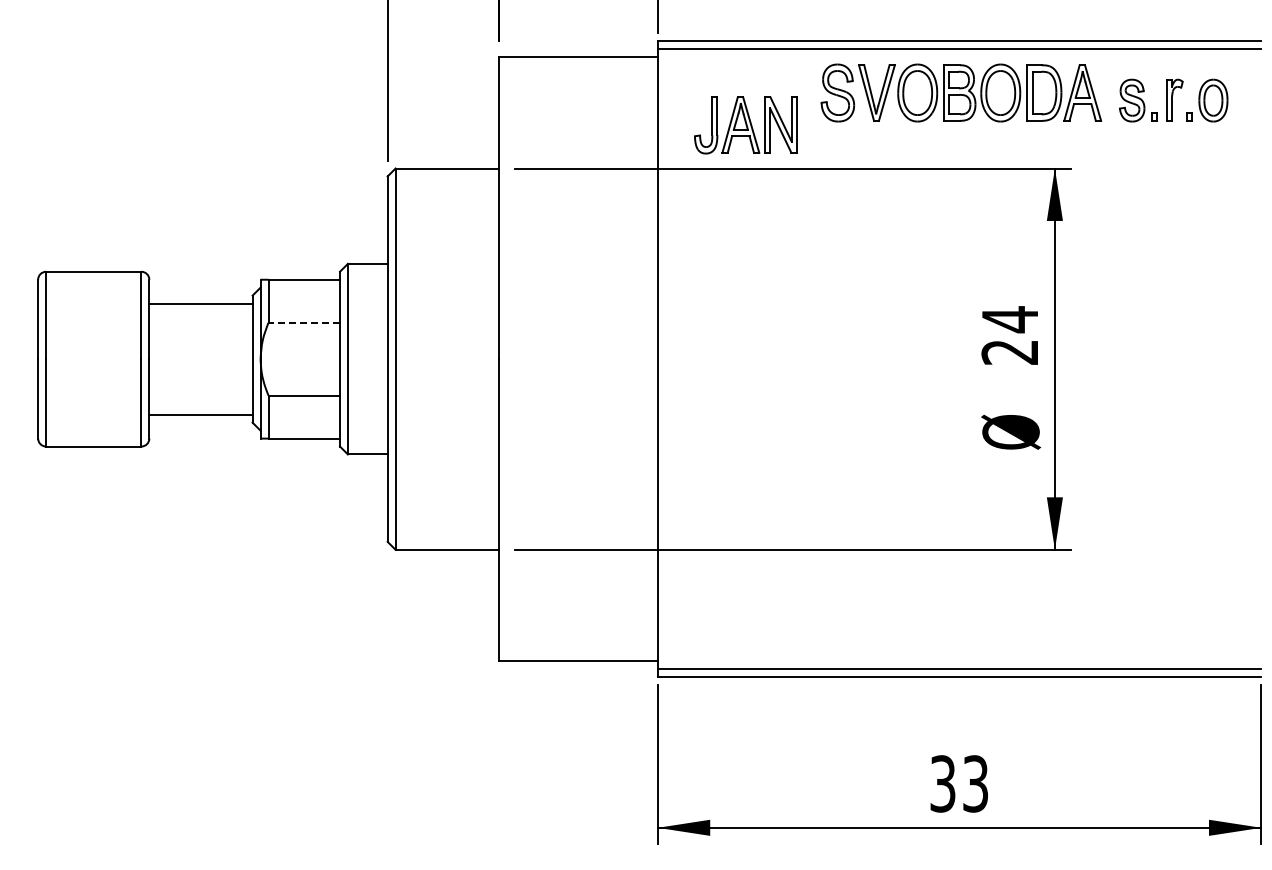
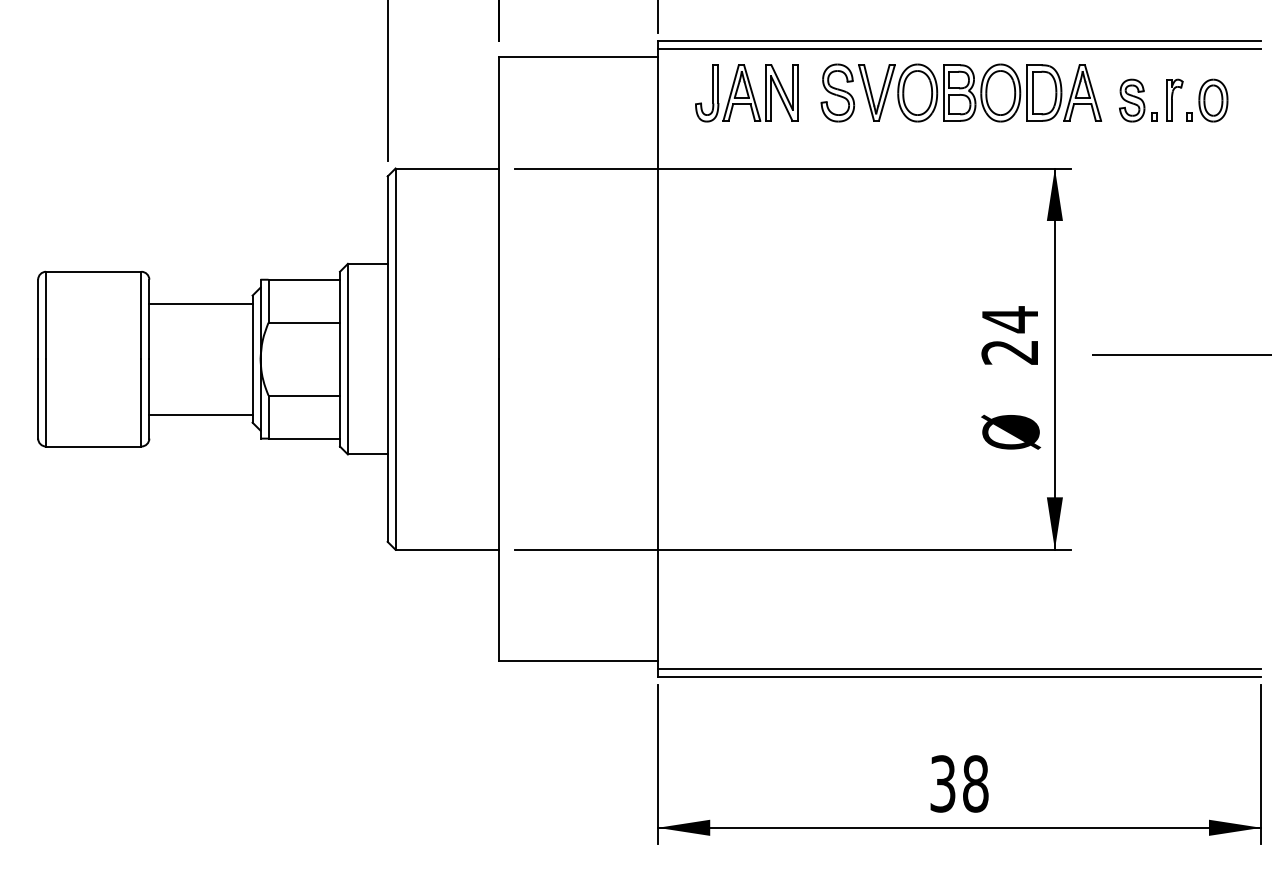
part at (745, 125) position: (745, 125) -> (746, 93)
line at (304, 322): dashed -> solid
line at (1180, 355): none -> present
text at (975, 783): 33 -> 38
